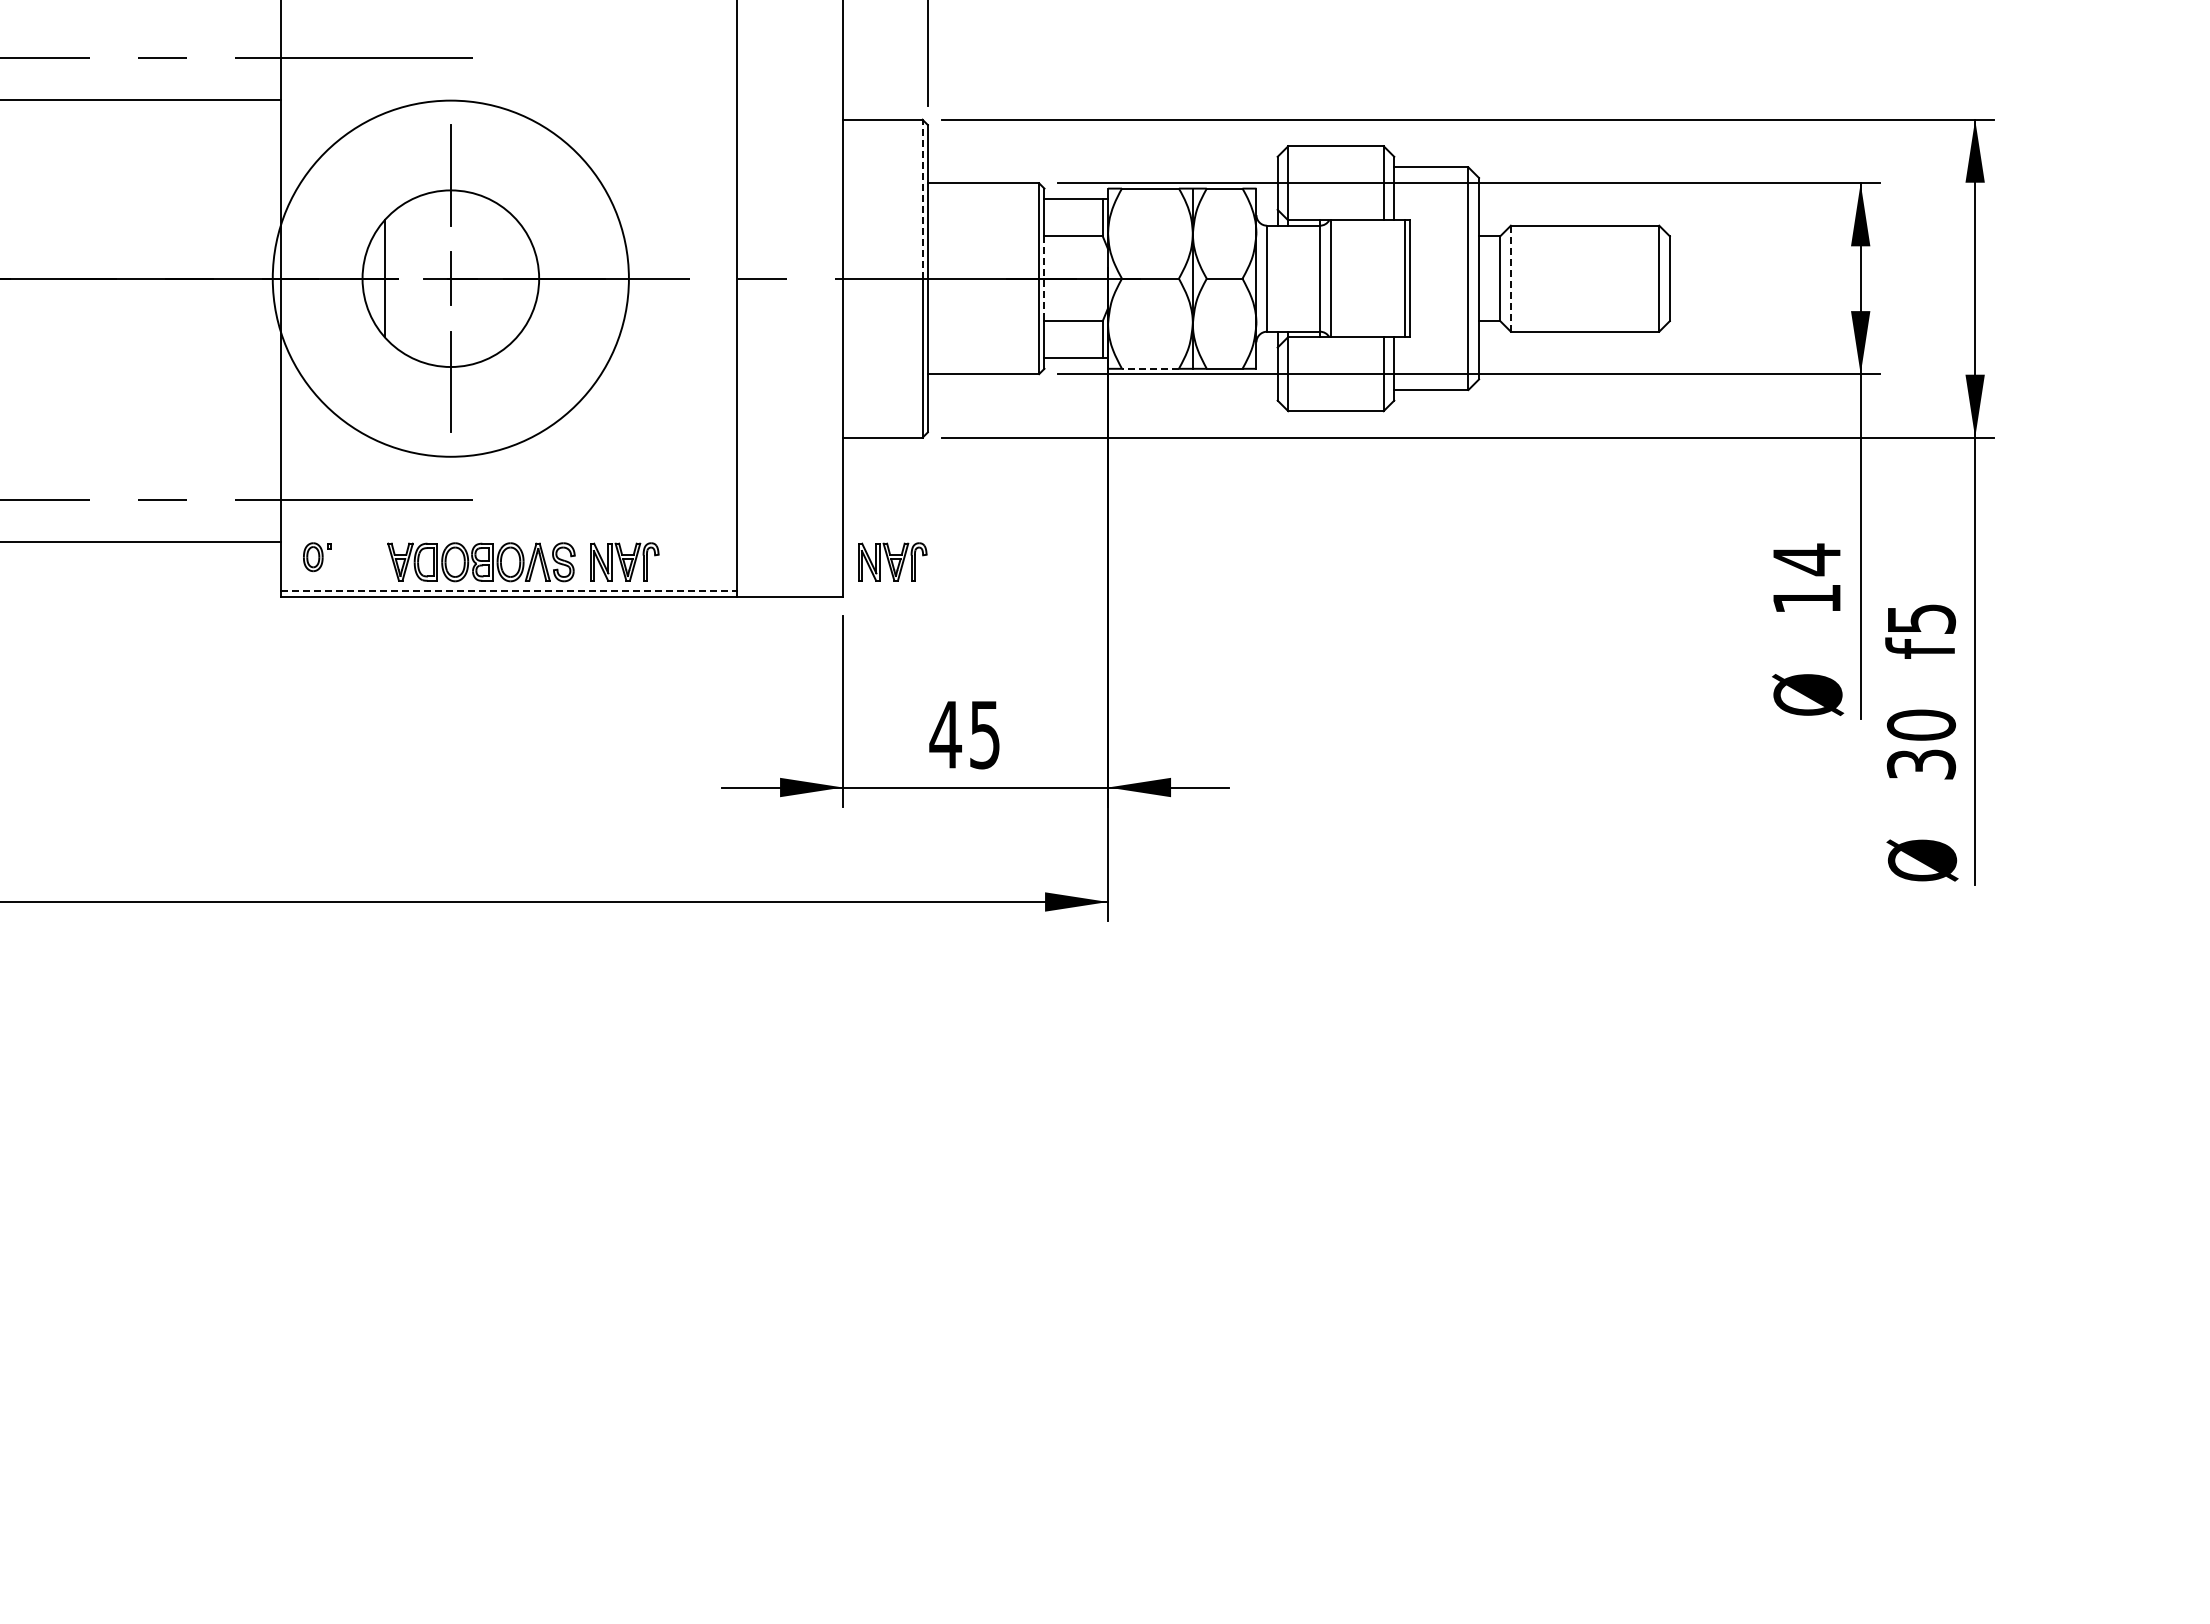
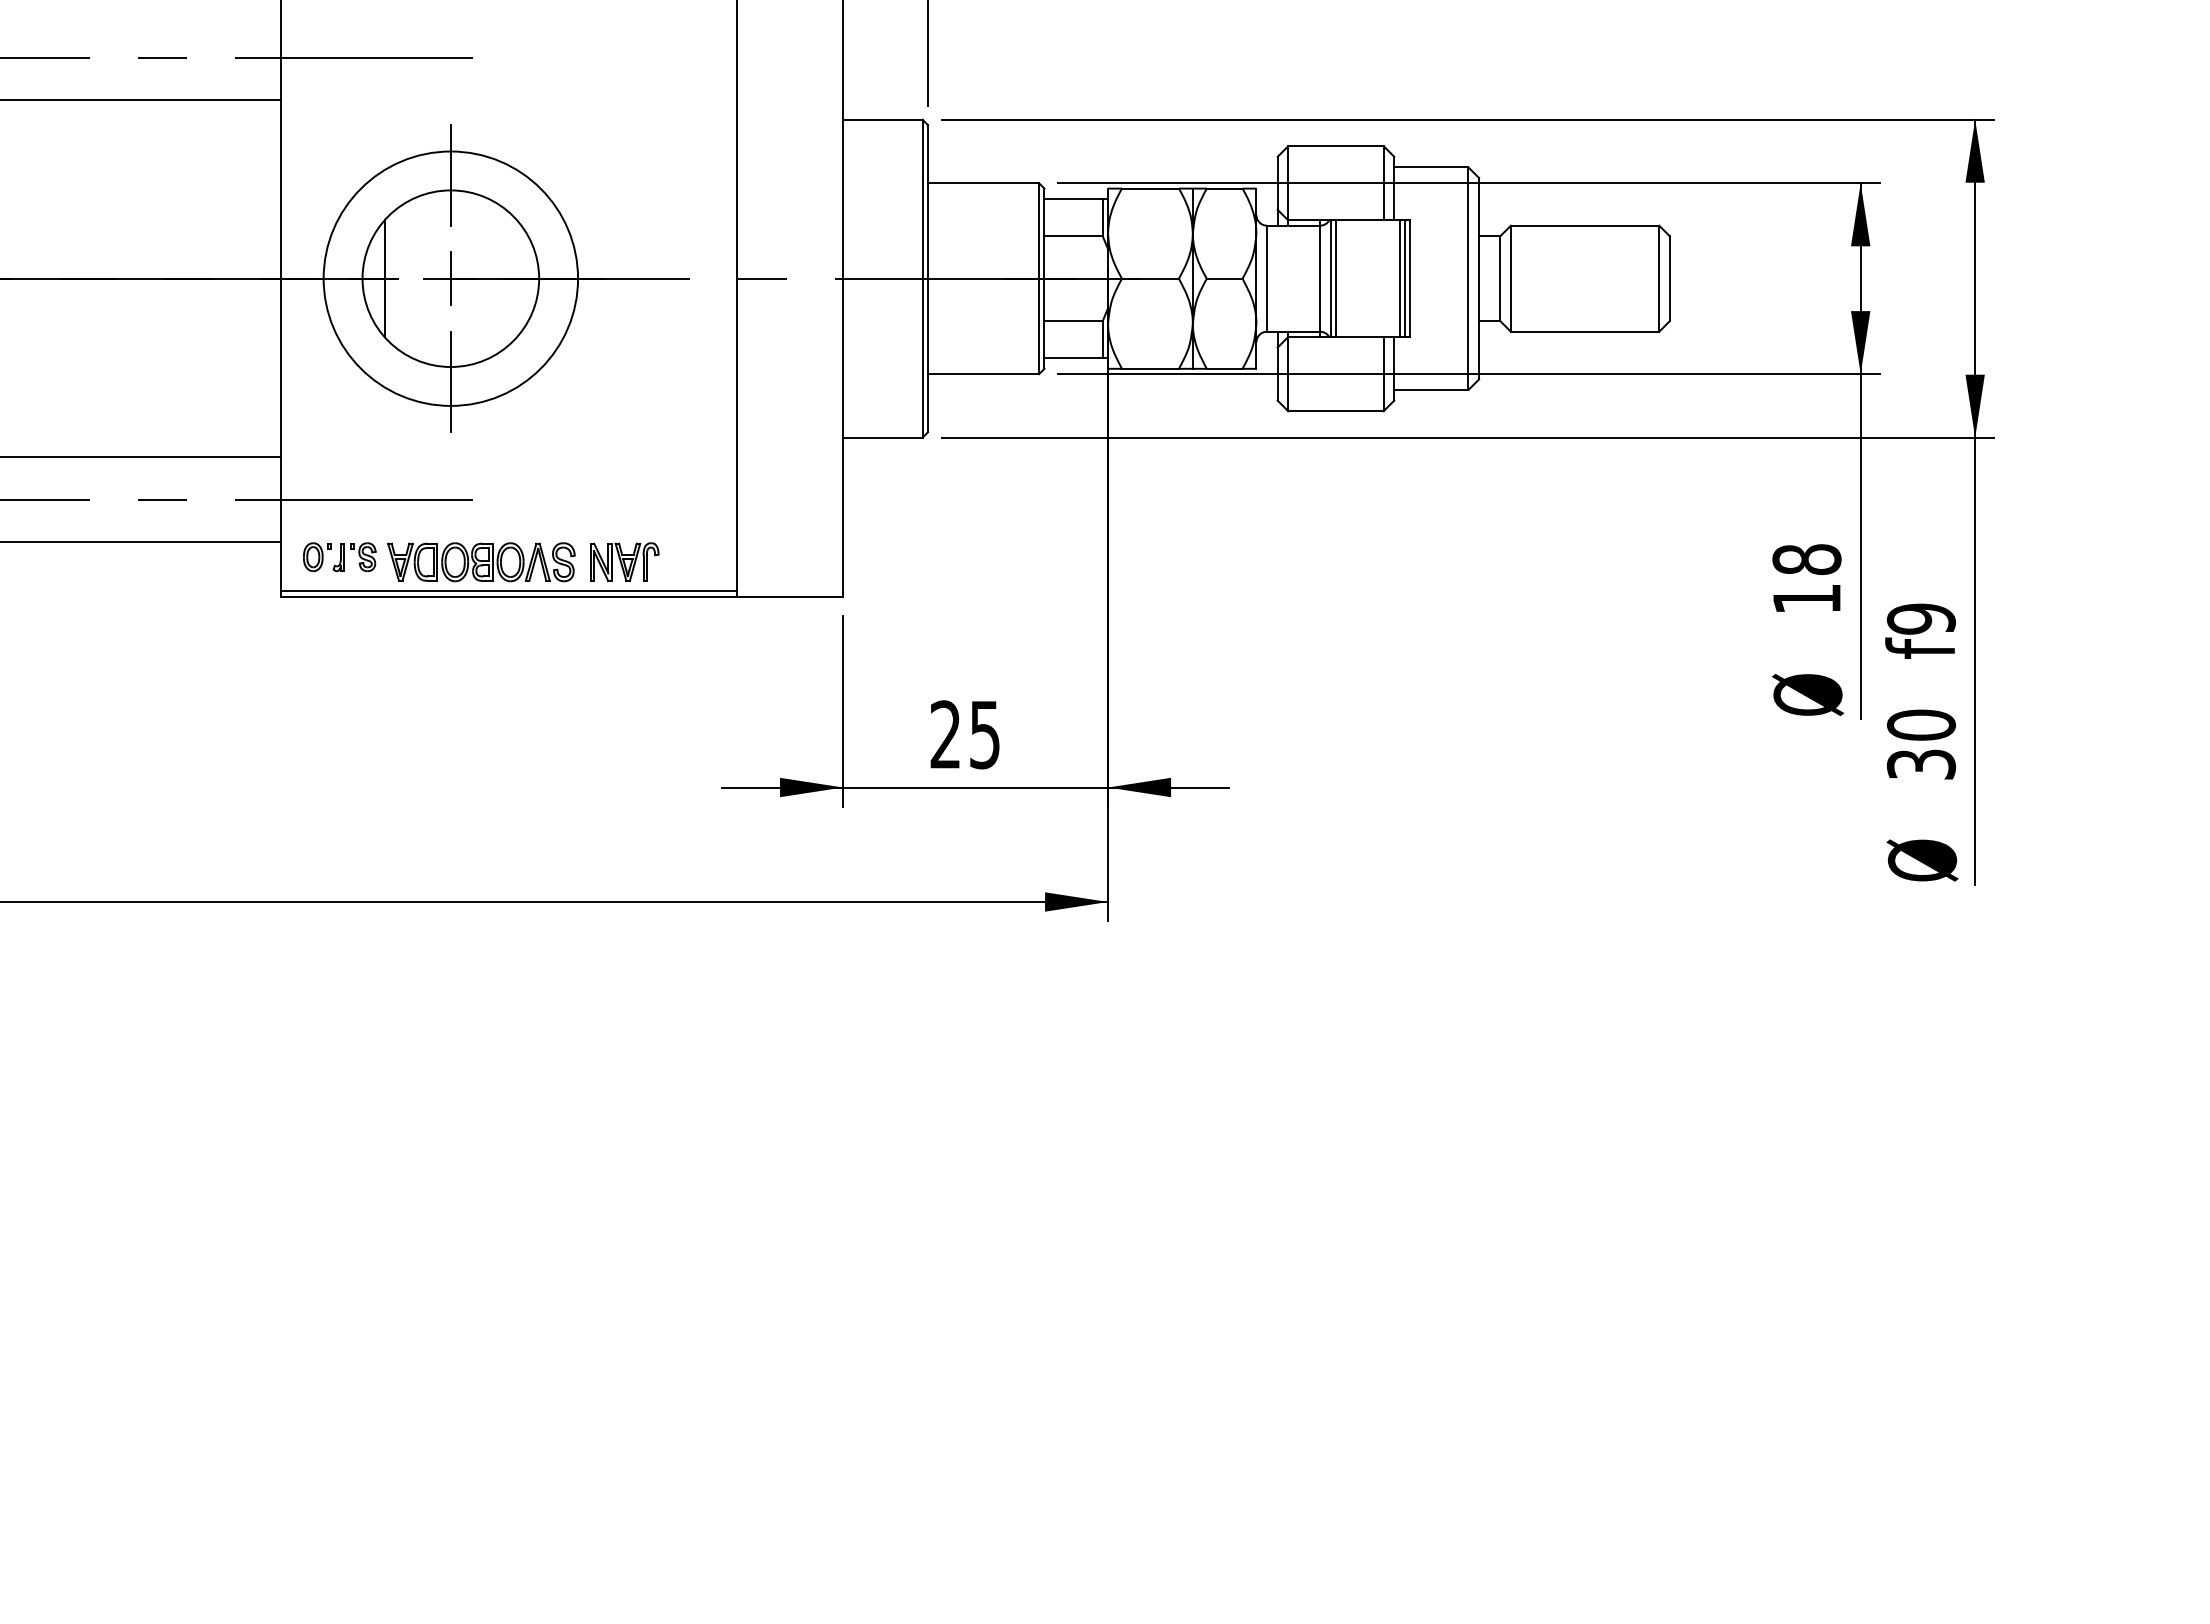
line at (922, 199): dashed -> solid
circle at (450, 278) diameter: 356 px -> 254 px
line at (1335, 278): none -> present
line at (1399, 278): none -> present
line at (1044, 279): dashed -> solid
line at (1510, 279): dashed -> solid
line at (1149, 368): dashed -> solid
line at (141, 457): none -> present
part at (354, 557): none -> present
text at (1806, 559): 14 -> 18
part at (892, 561): present -> none
line at (509, 591): dashed -> solid
text at (1920, 618): f5 -> f9
text at (945, 734): 45 -> 25
